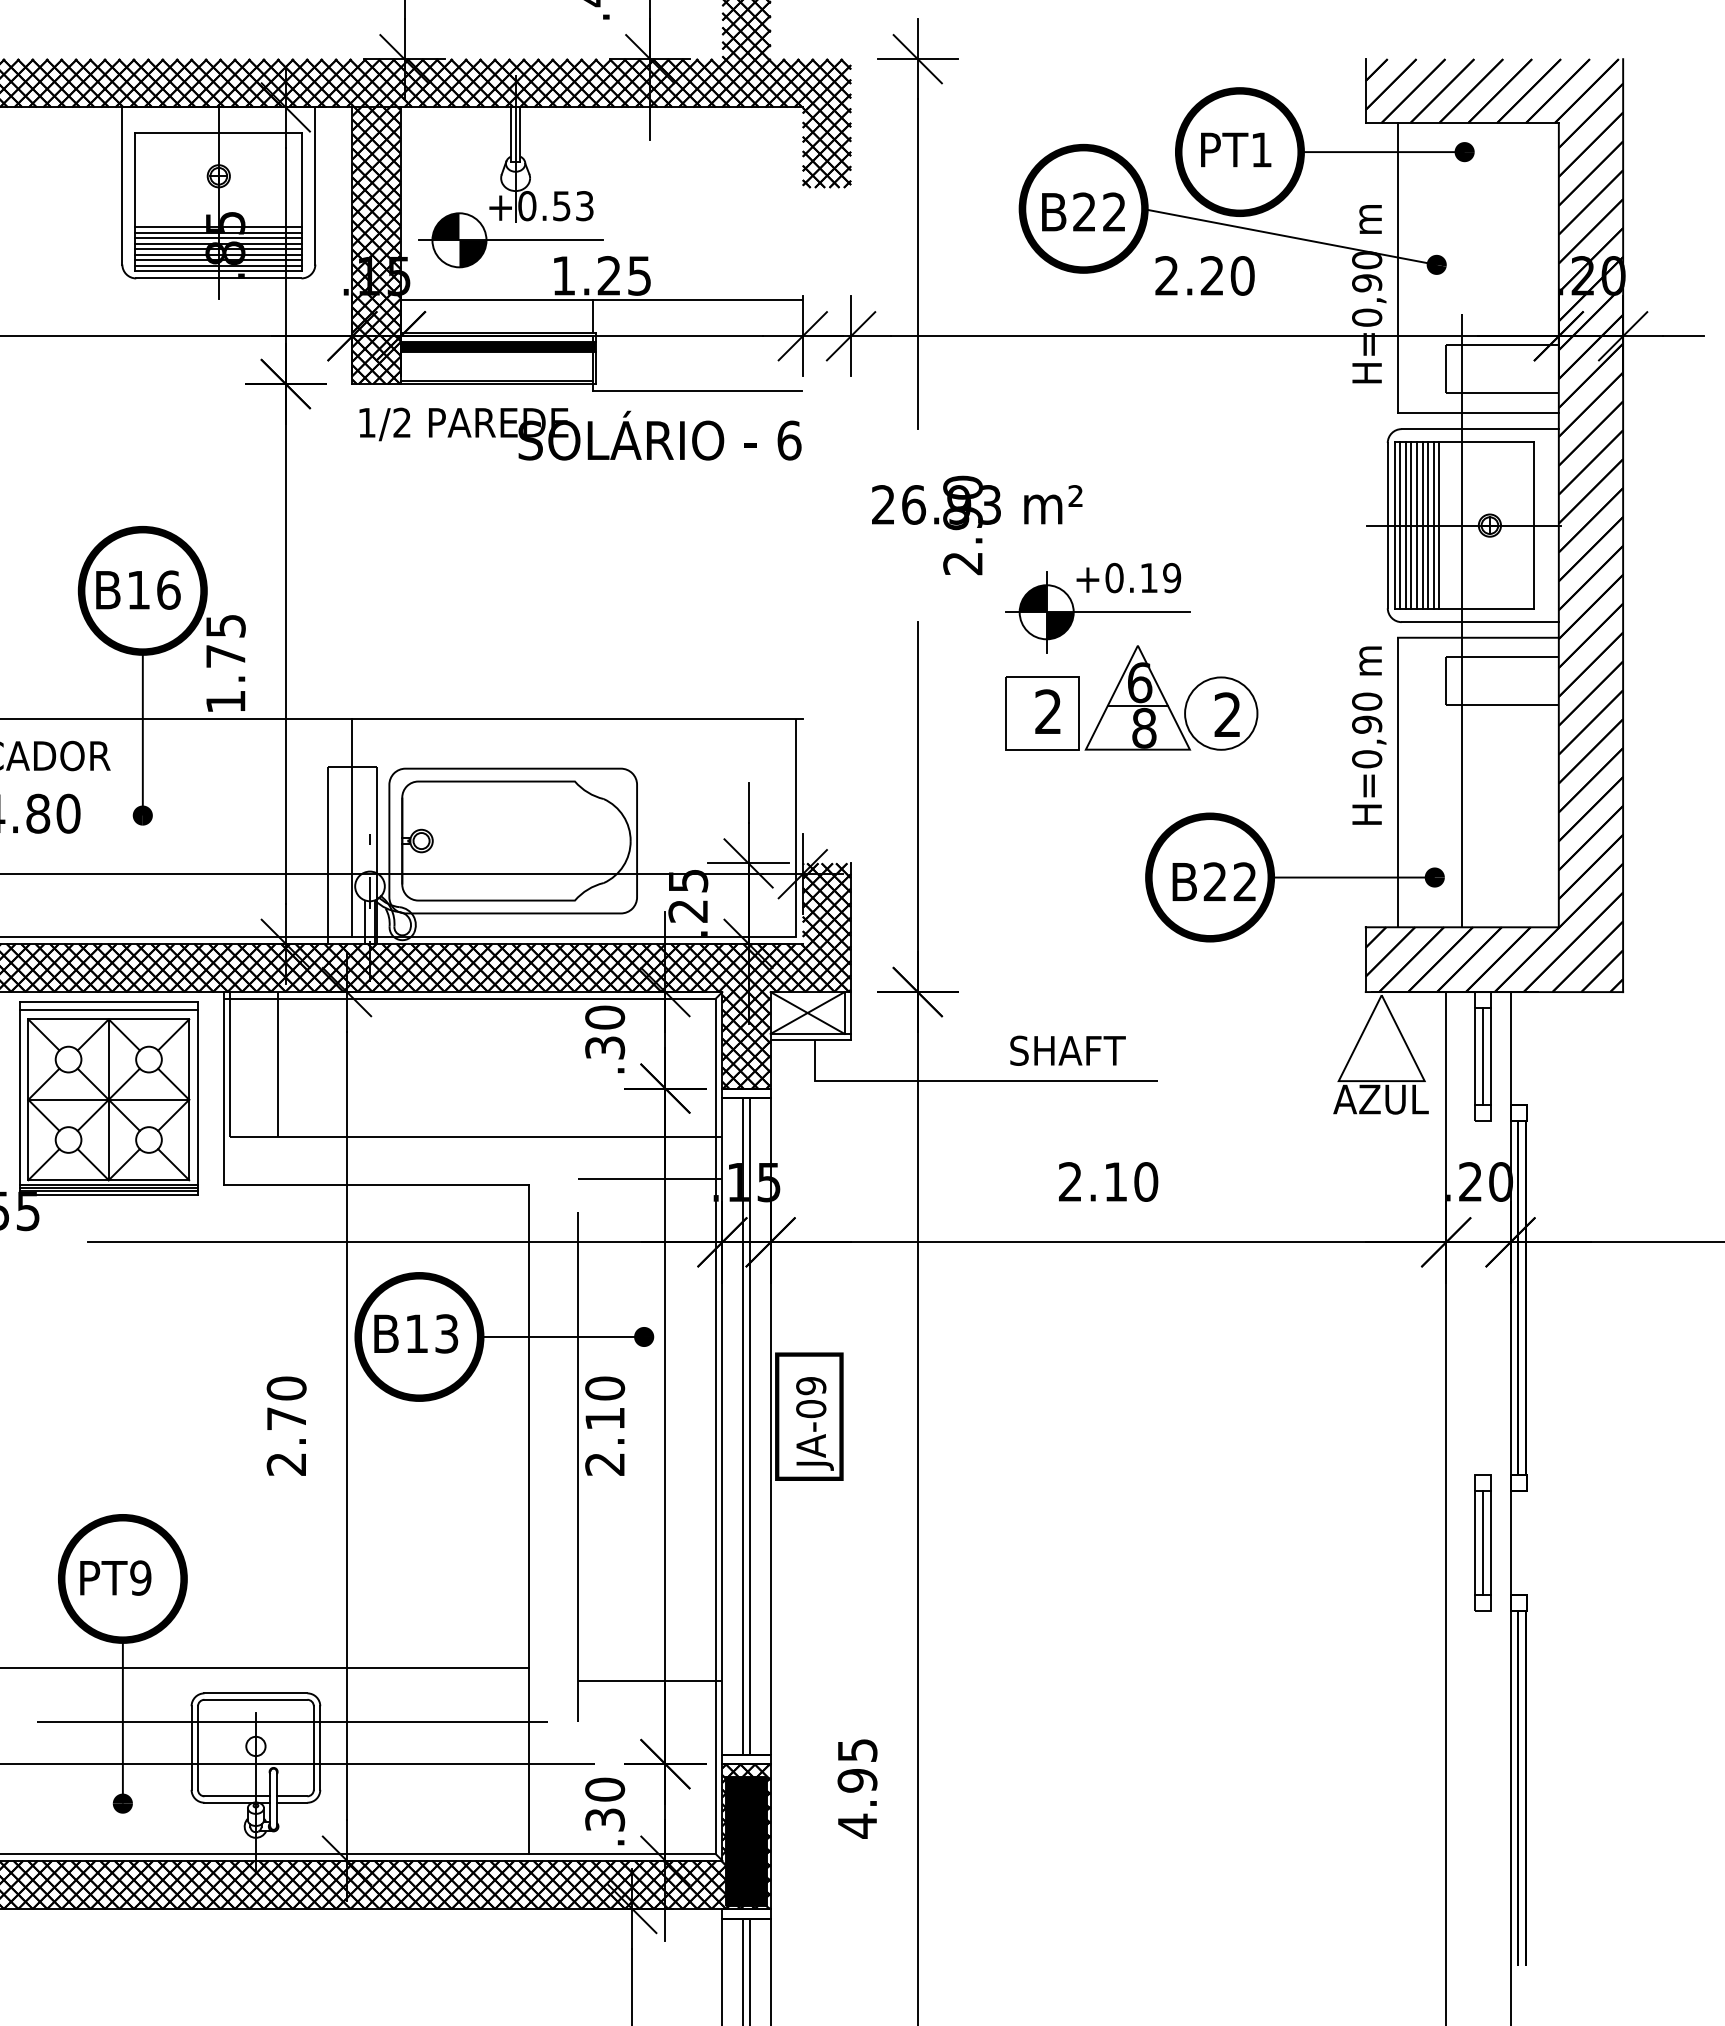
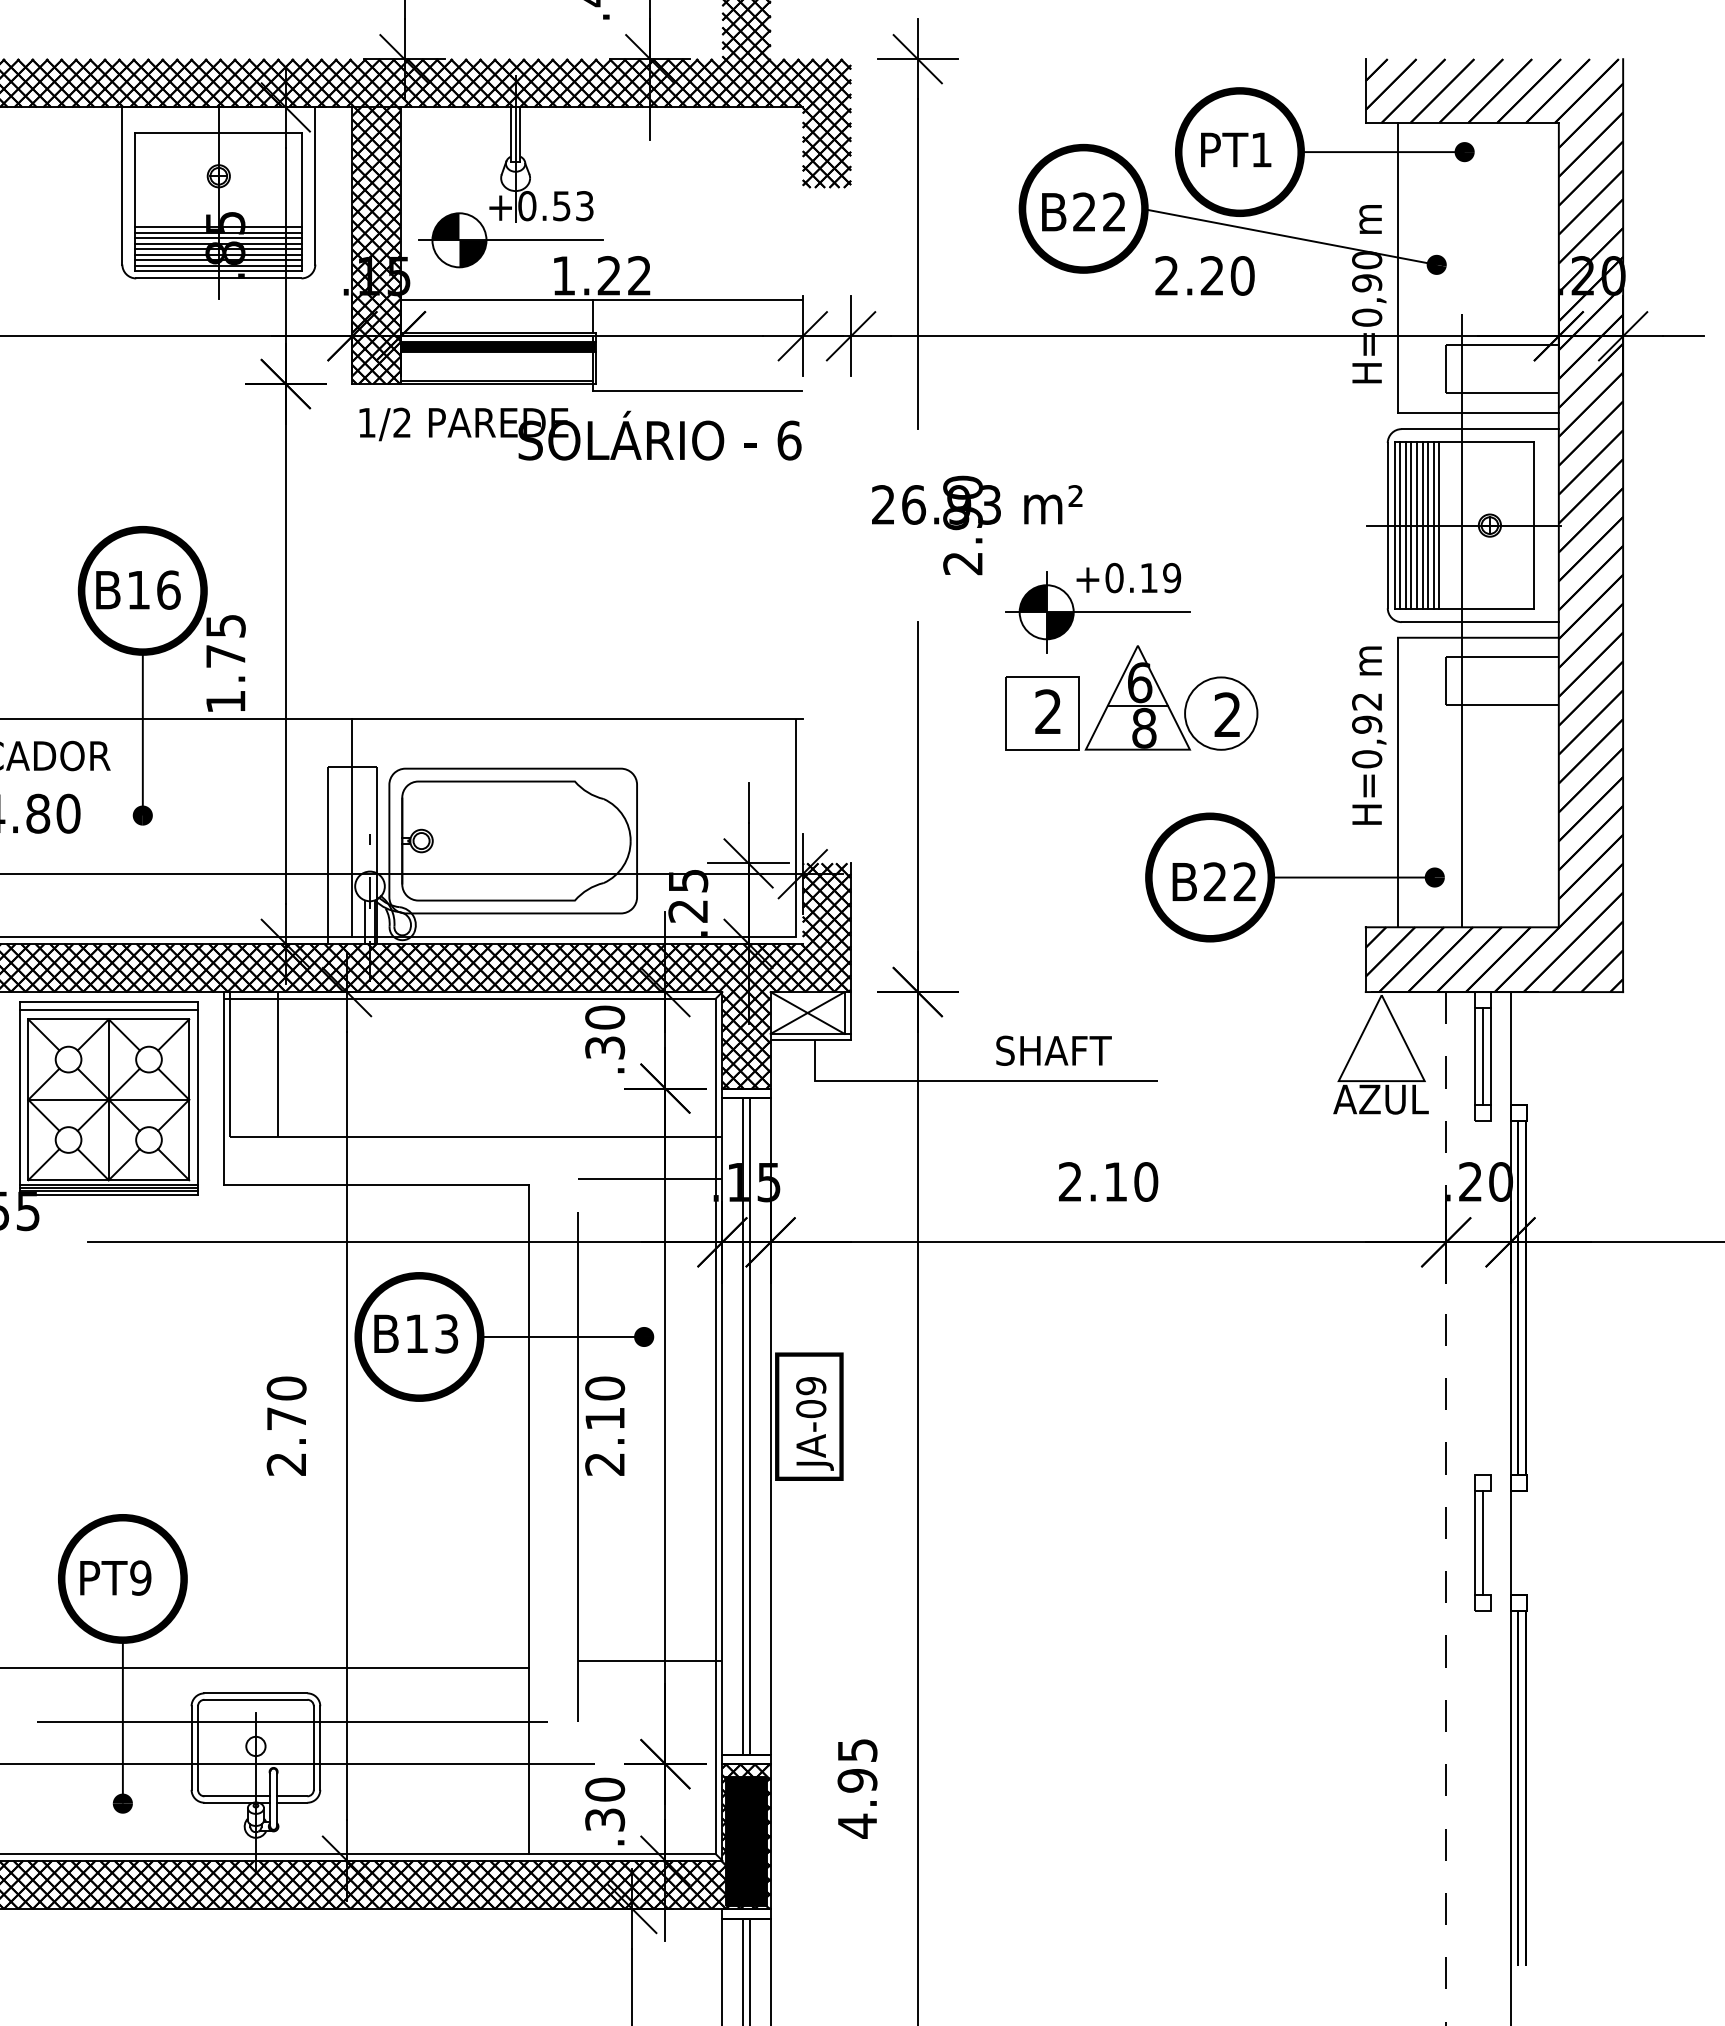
text at (639, 275): 1.25 -> 1.22
text at (1367, 701): H=0,90 -> H=0,92
text at (1067, 1050) position: (1067, 1050) -> (1053, 1050)
line at (1446, 1508): solid -> dashed
line at (1491, 1542): present -> none
line at (649, 1680) position: (649, 1680) -> (649, 1660)
